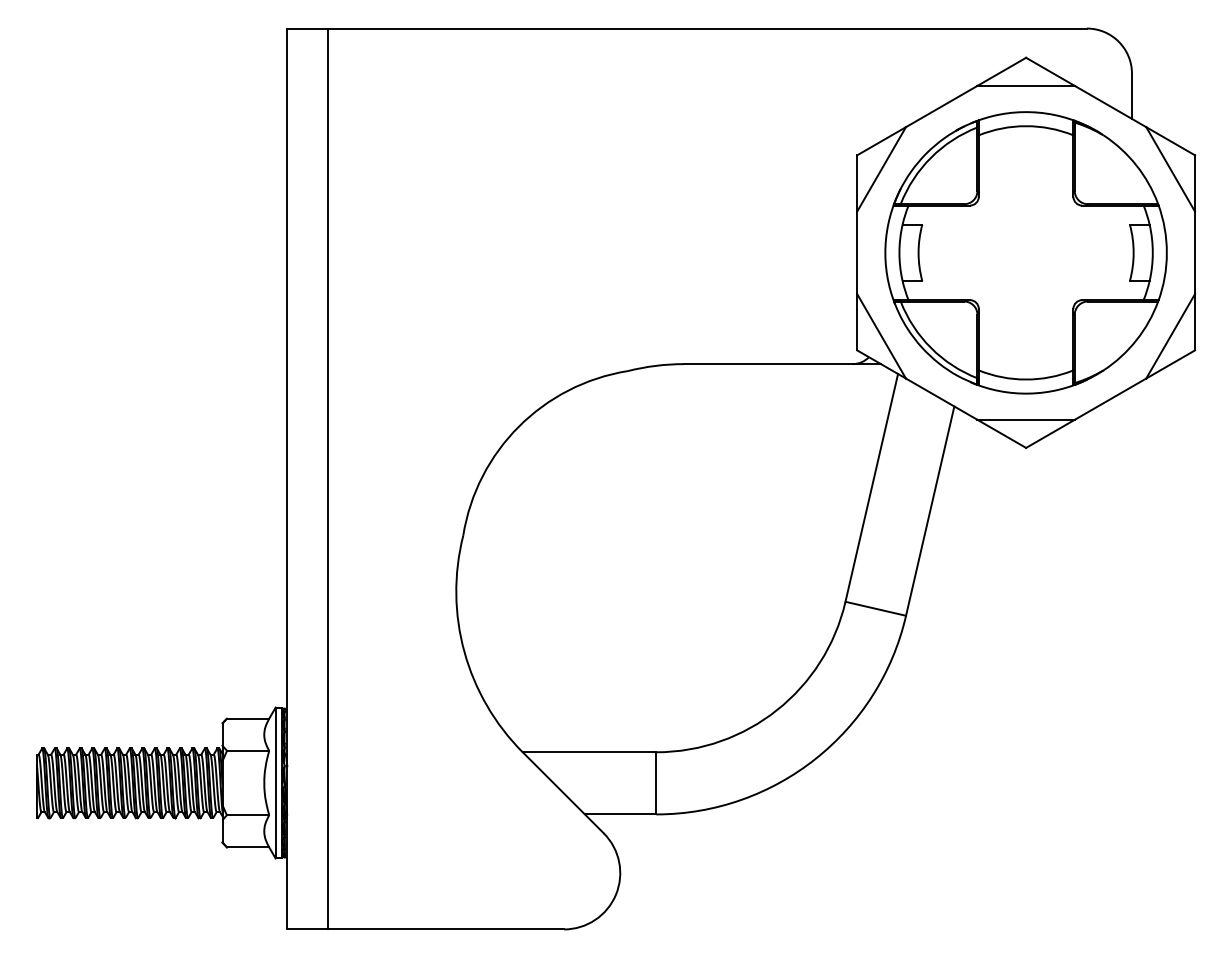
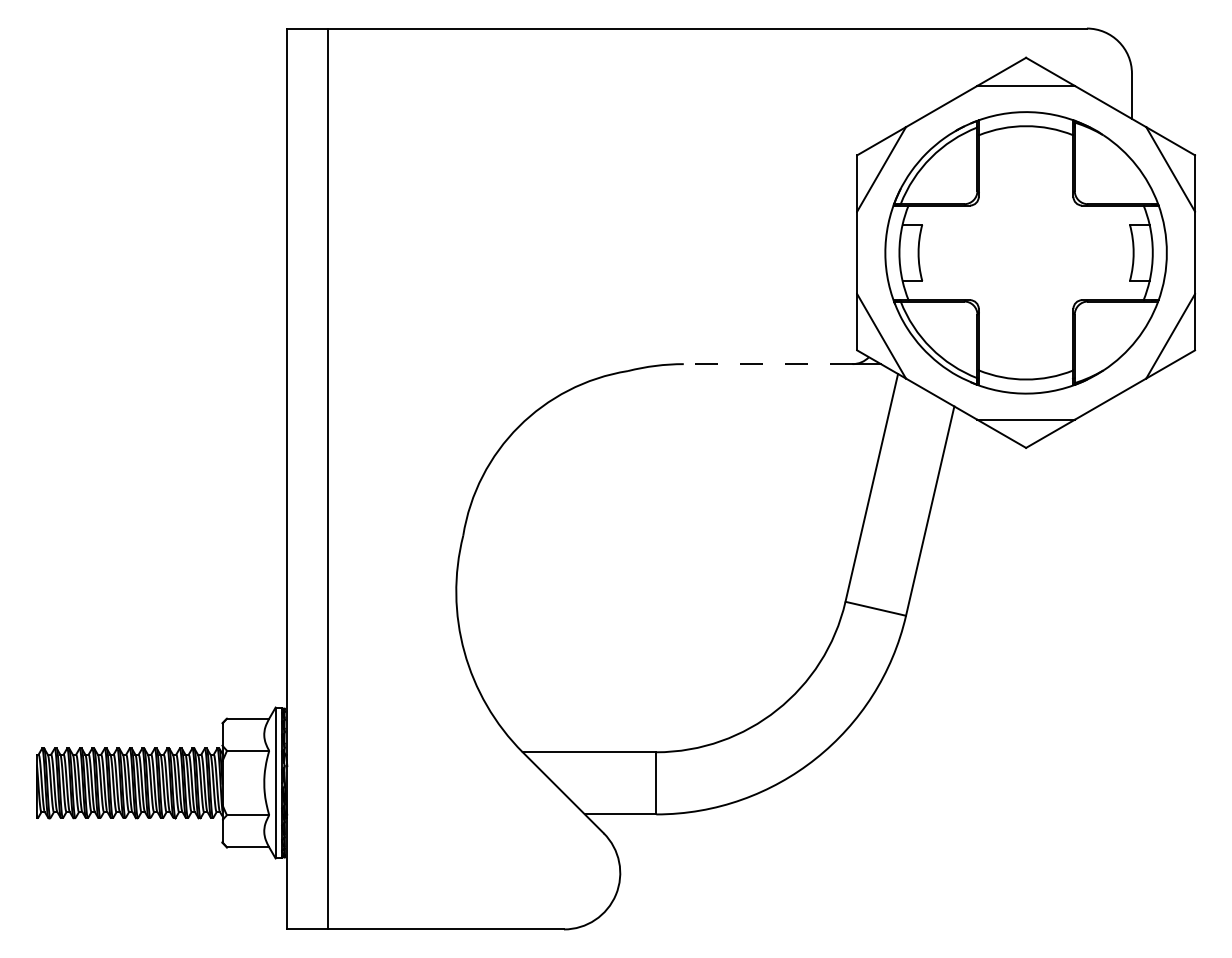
line at (767, 364): solid -> dashed
